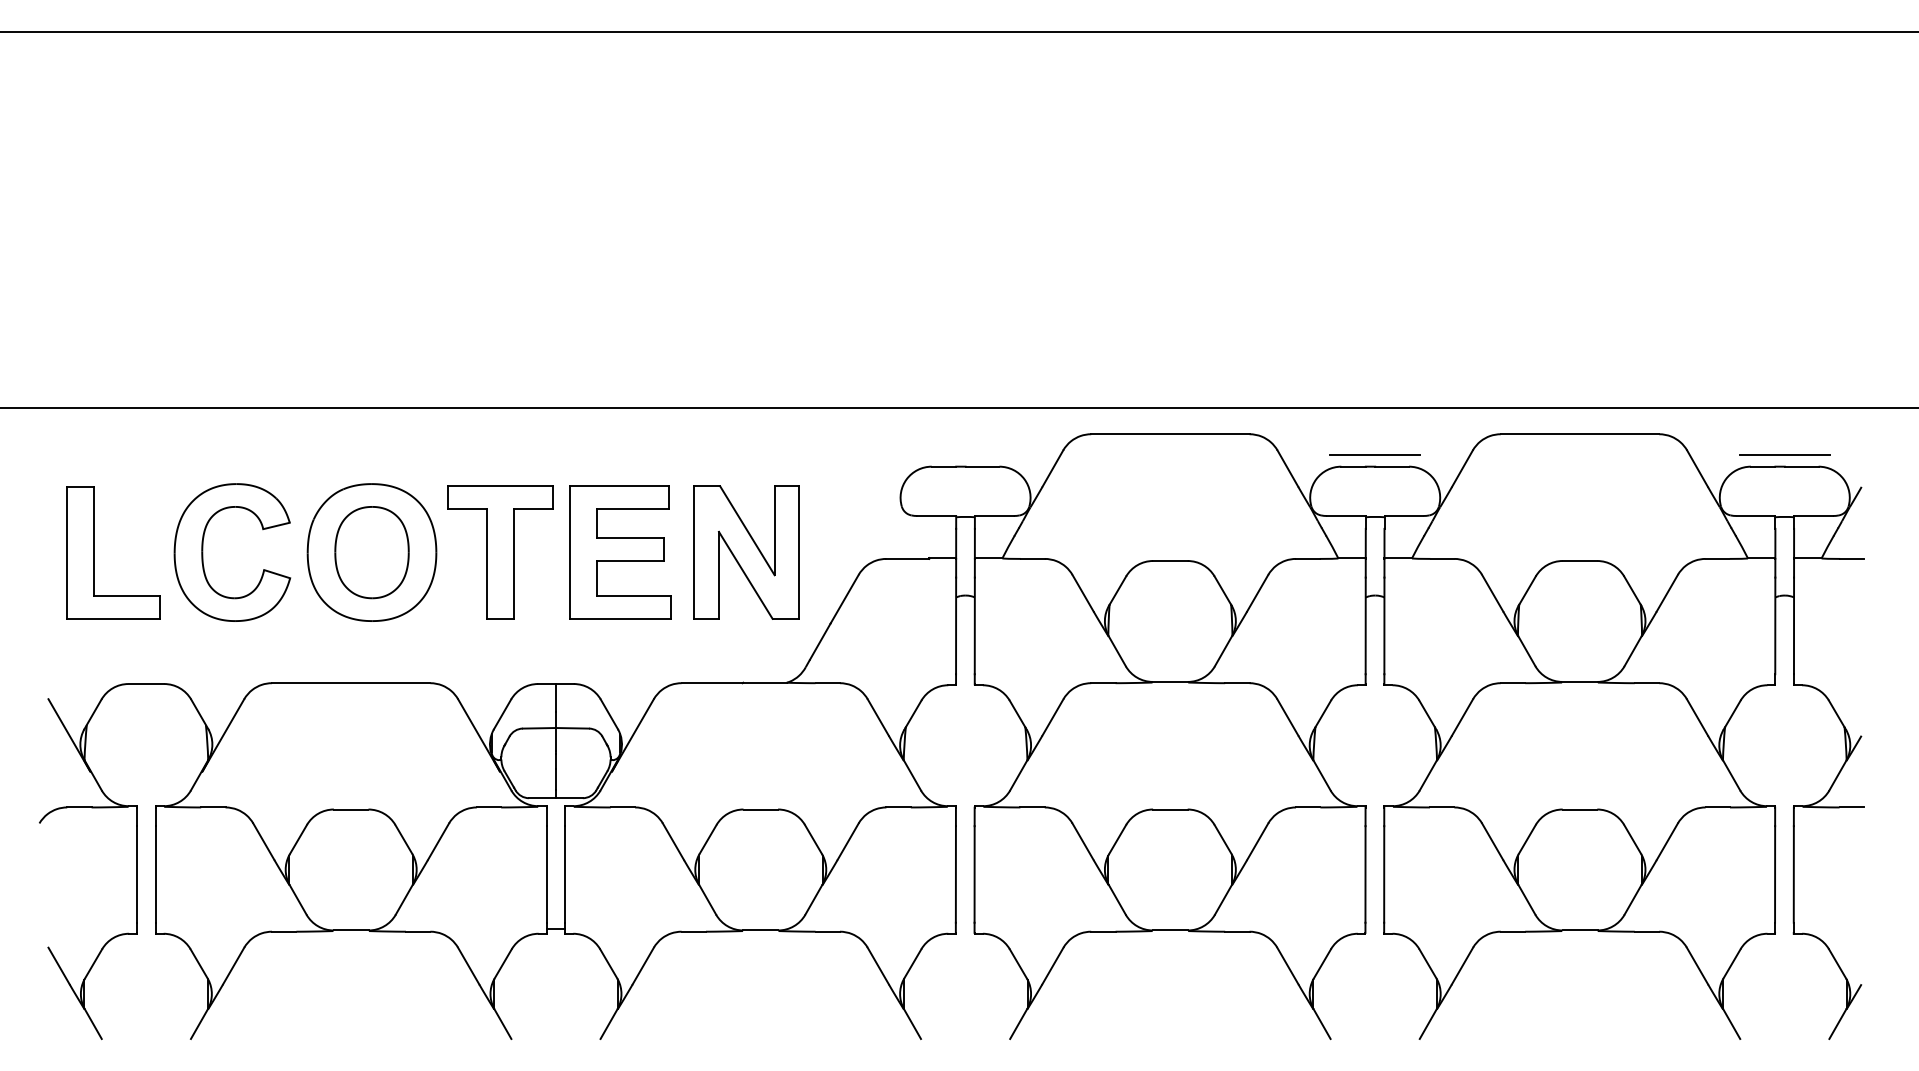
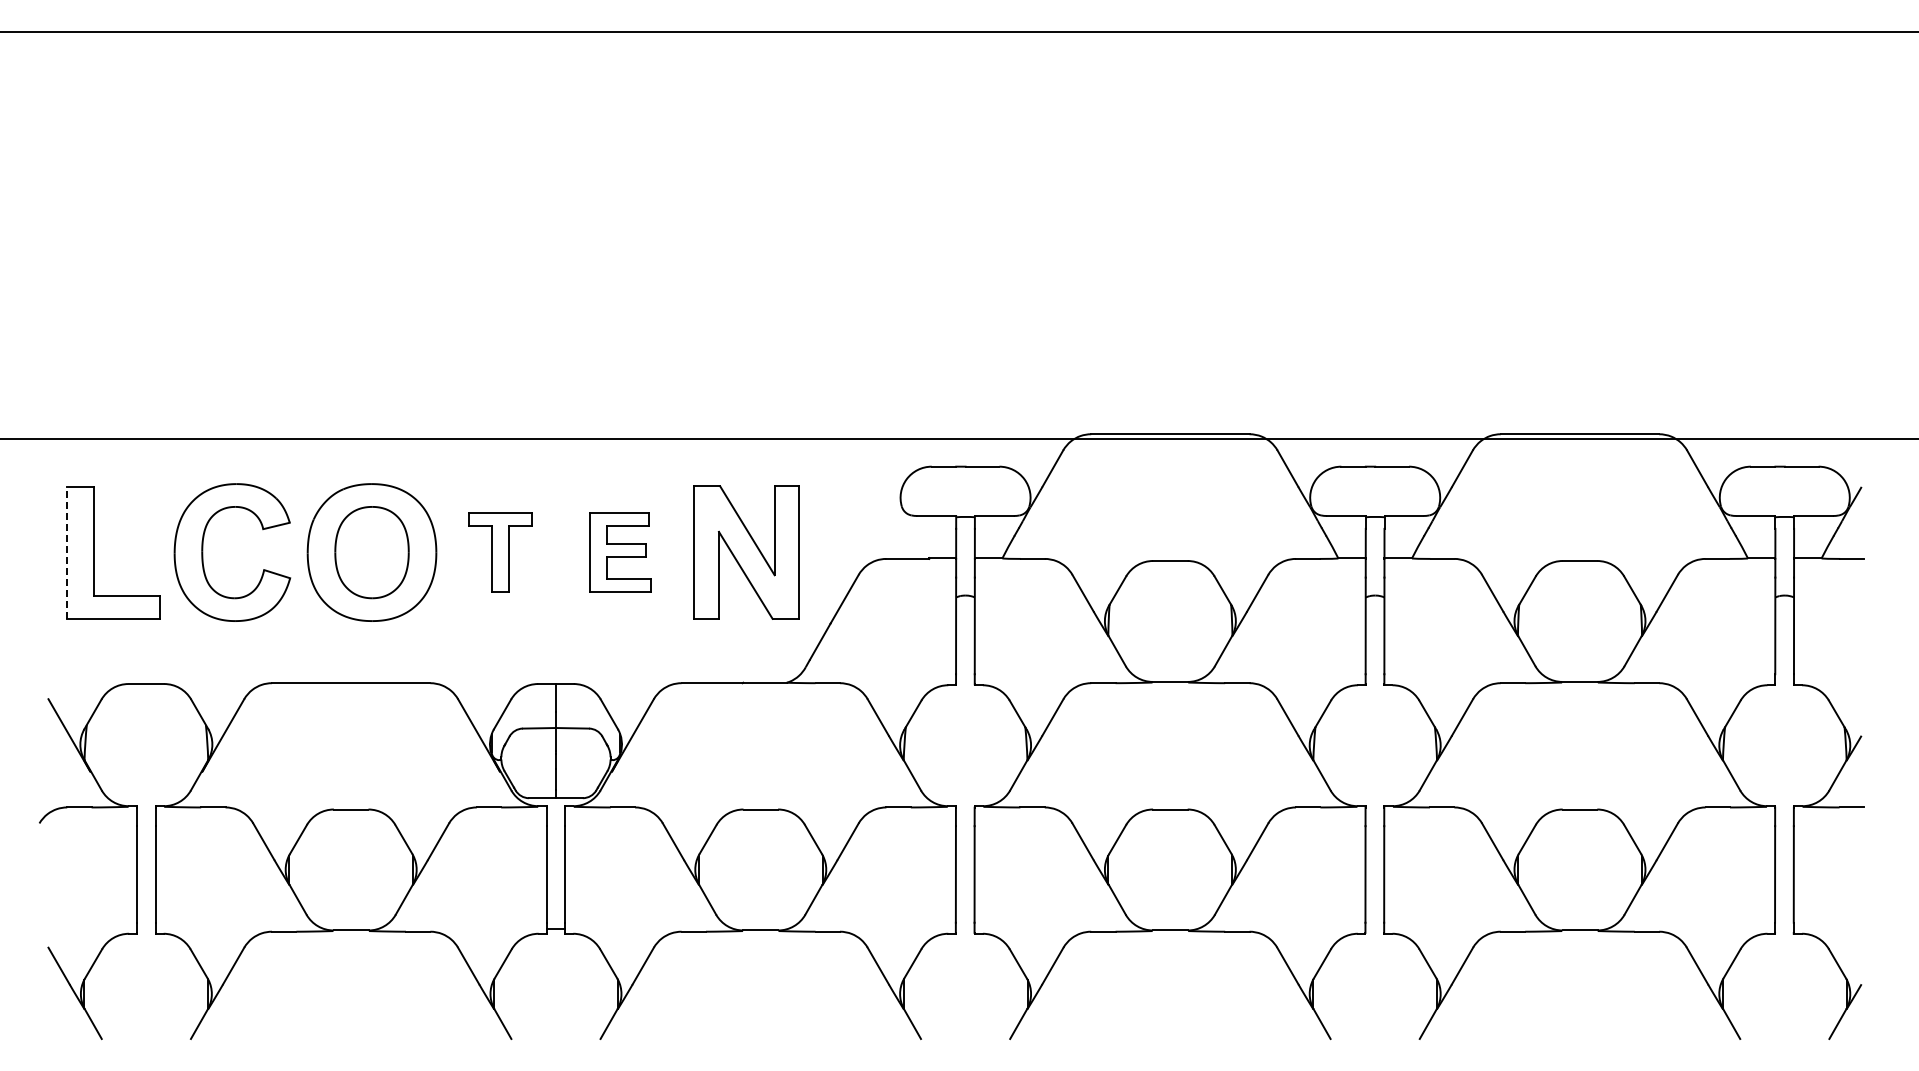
line at (958, 408) position: (958, 408) -> (958, 439)
line at (1375, 455): present -> none
line at (1784, 455): present -> none
part at (500, 552) size: 107x135 px -> 65x81 px
part at (620, 552) size: 103x135 px -> 63x81 px
line at (66, 553): solid -> dashed
